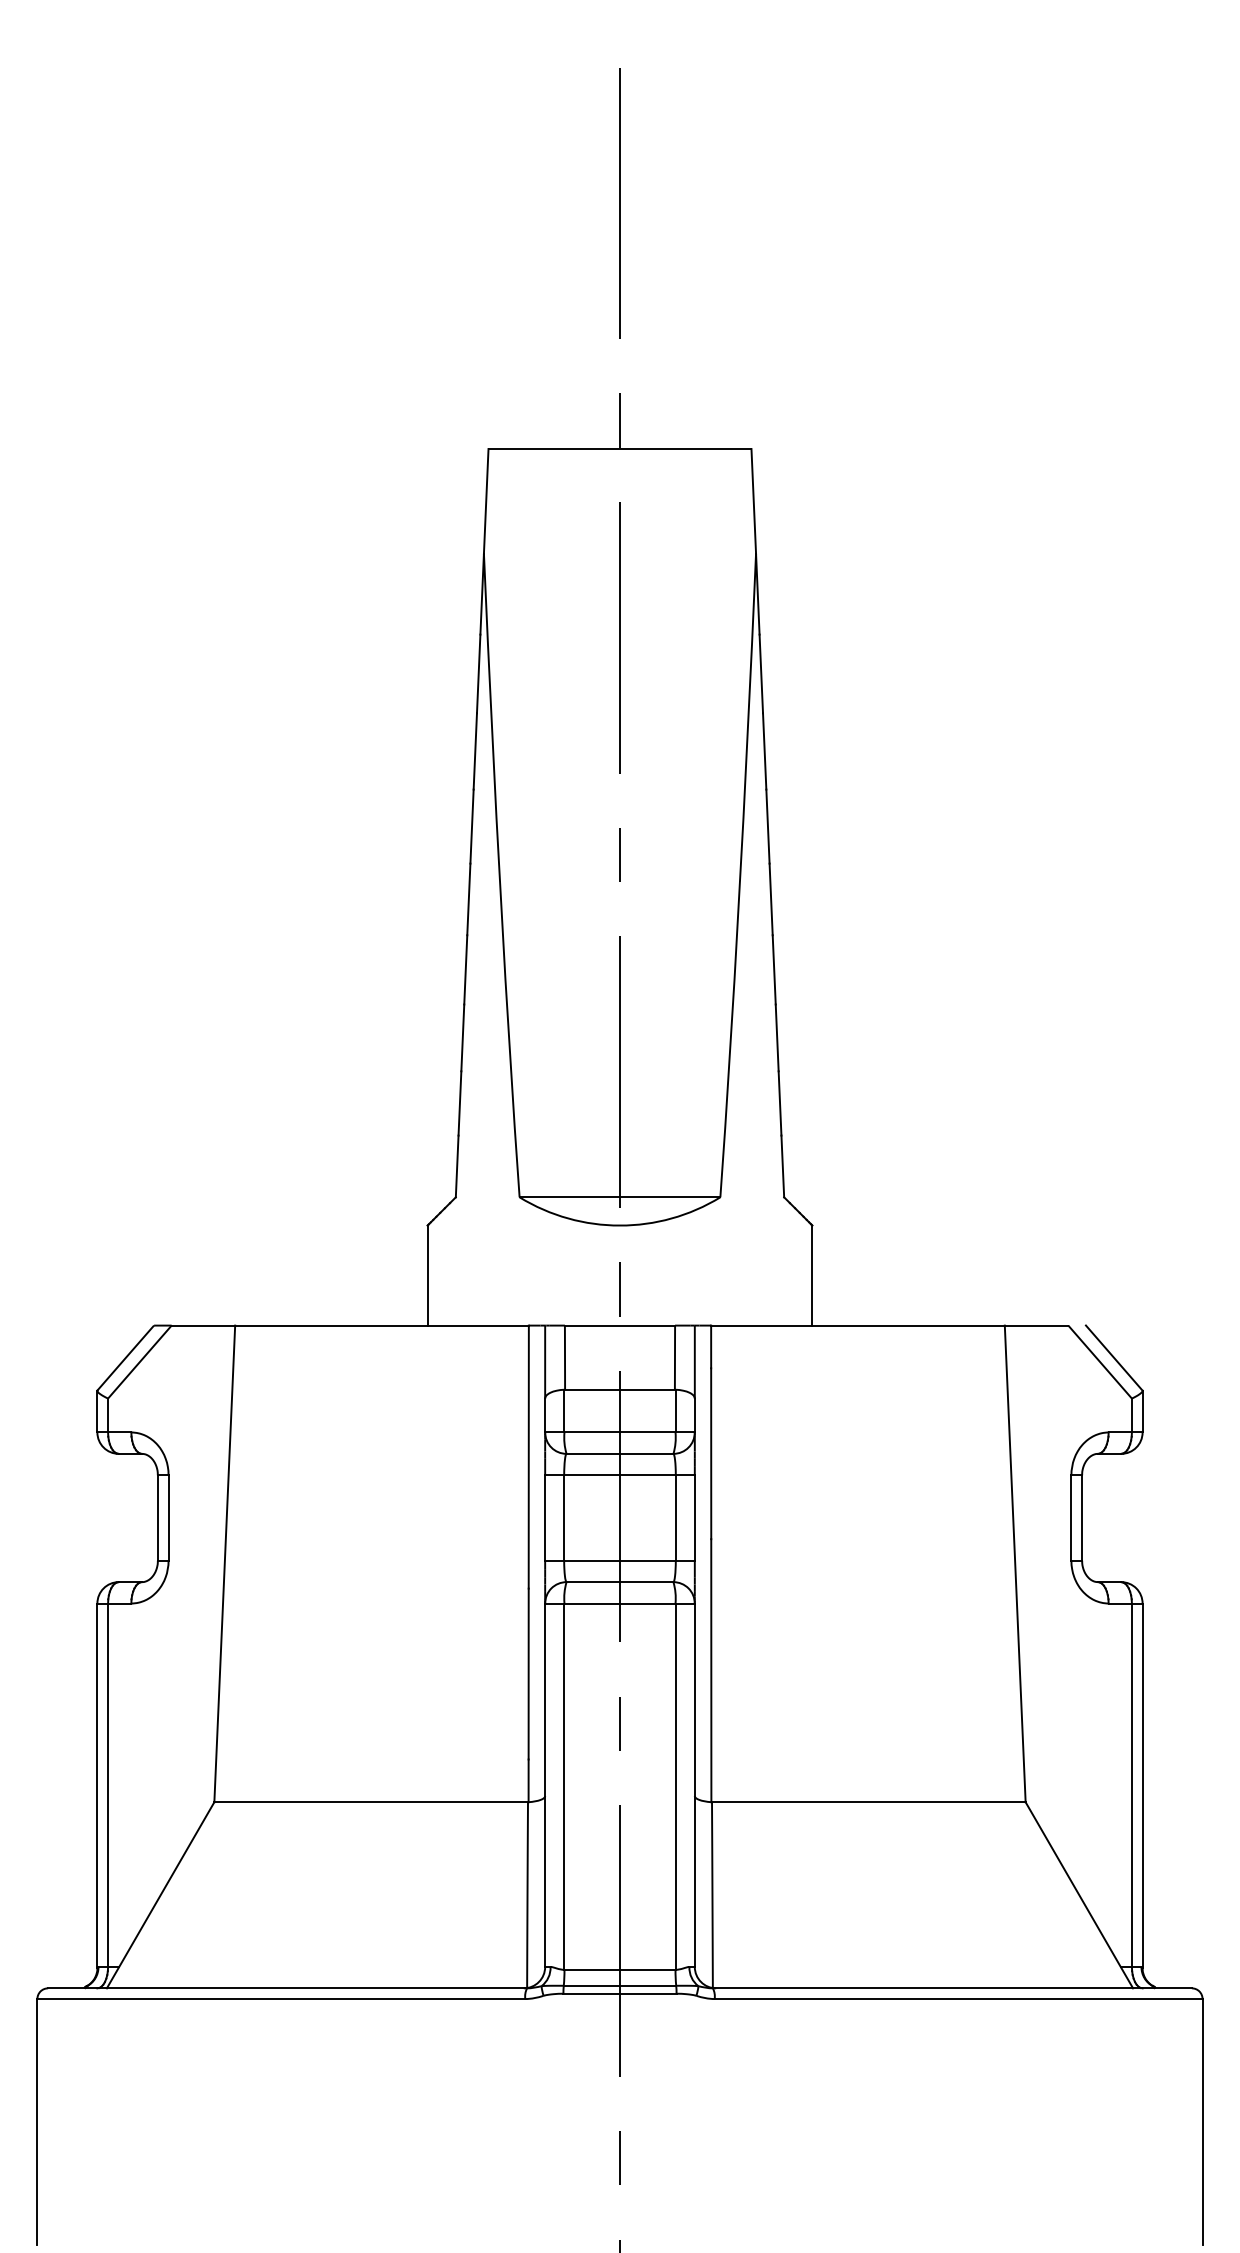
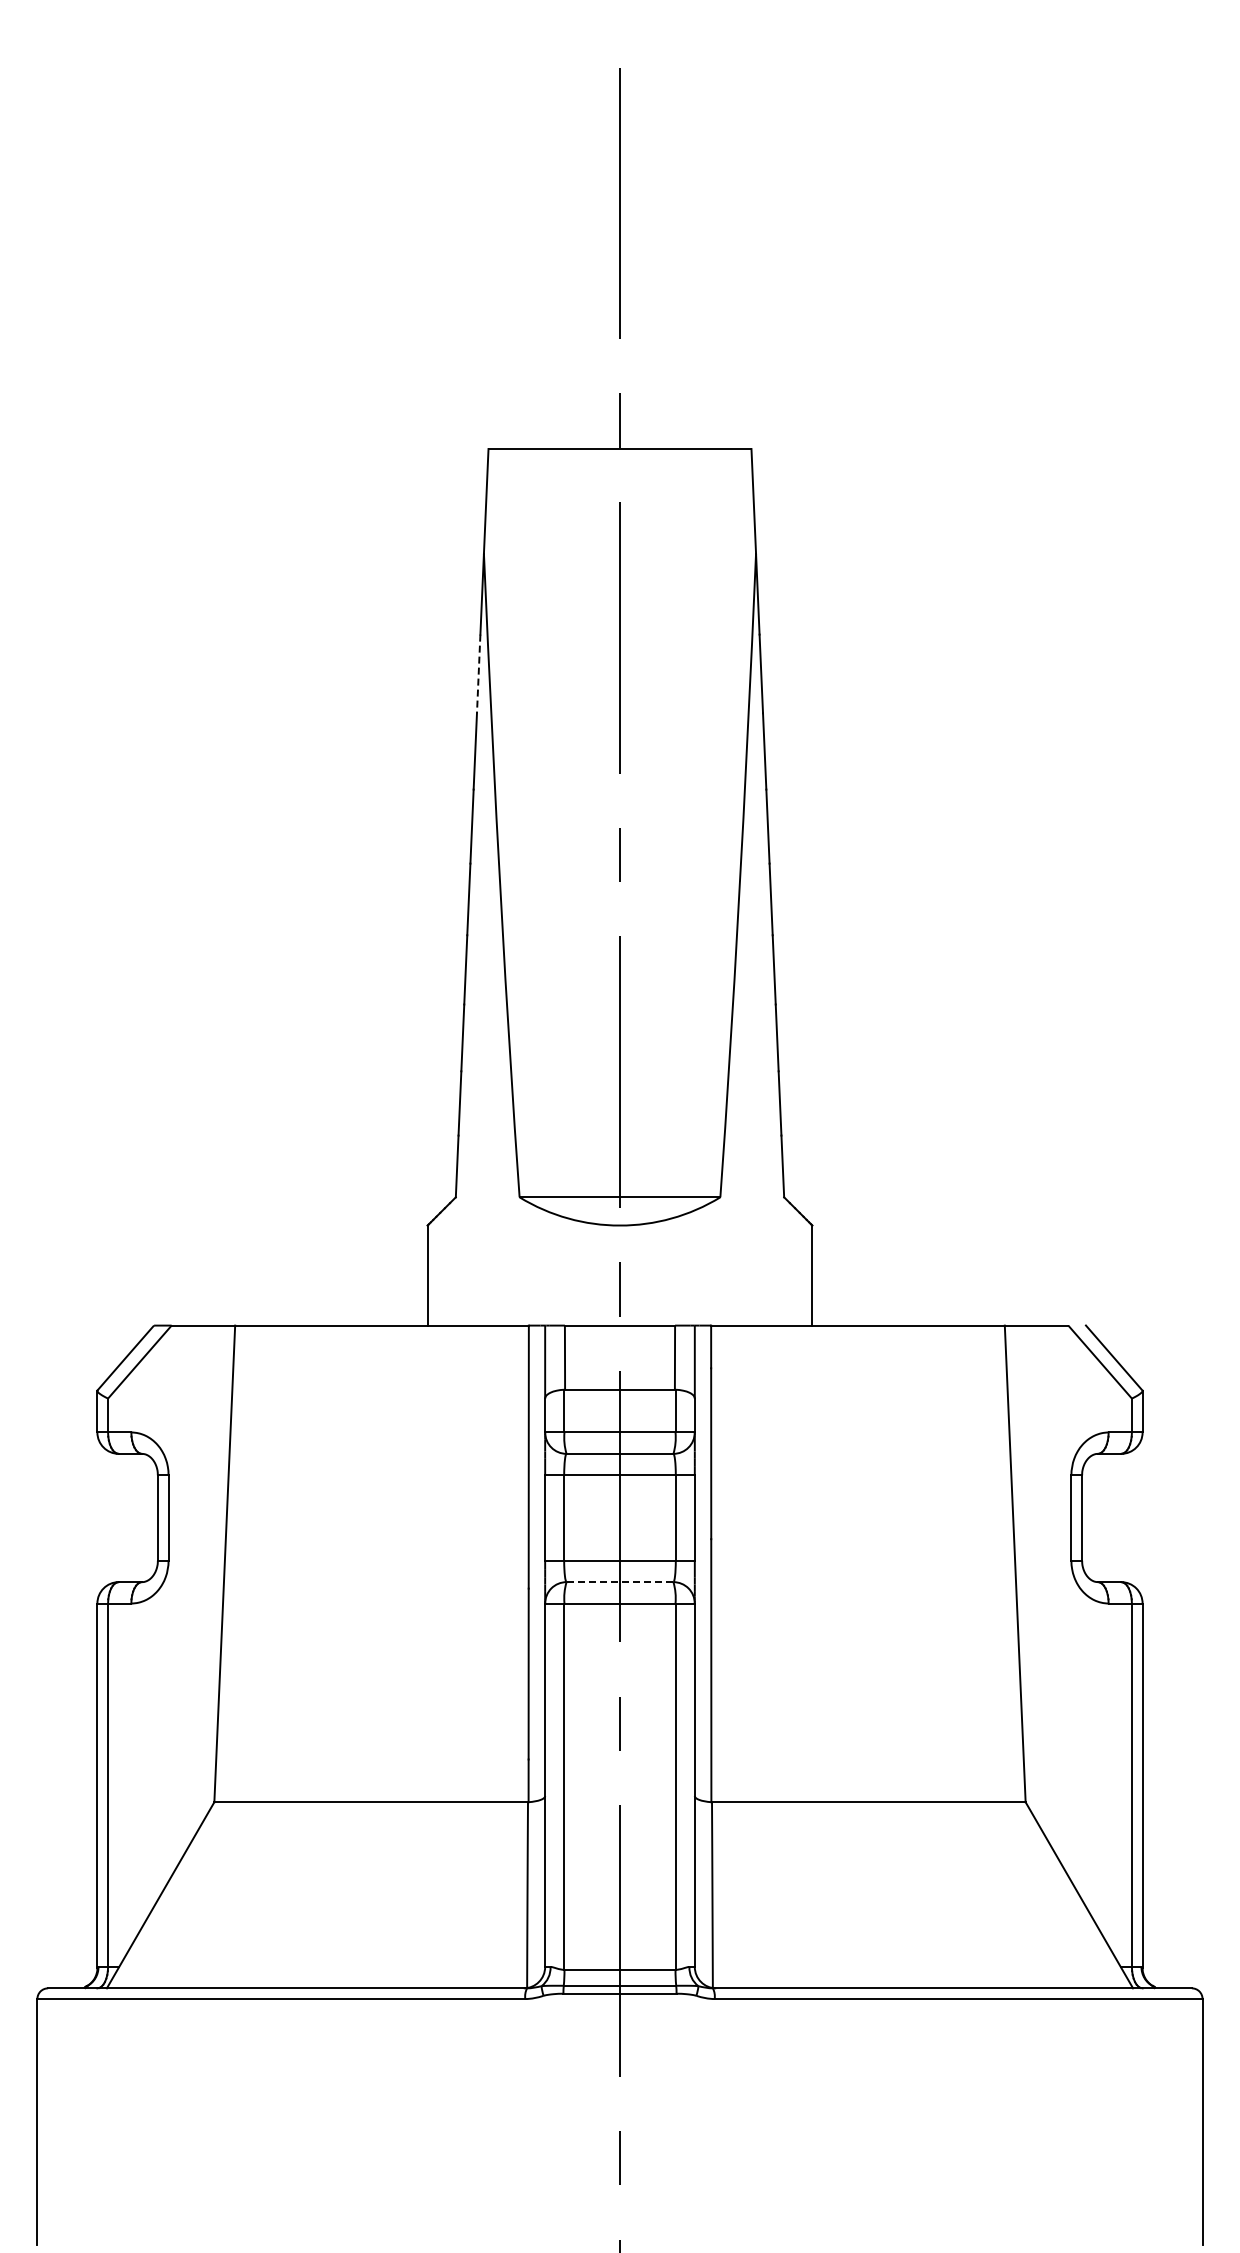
line at (478, 674): solid -> dashed
line at (620, 1582): solid -> dashed
